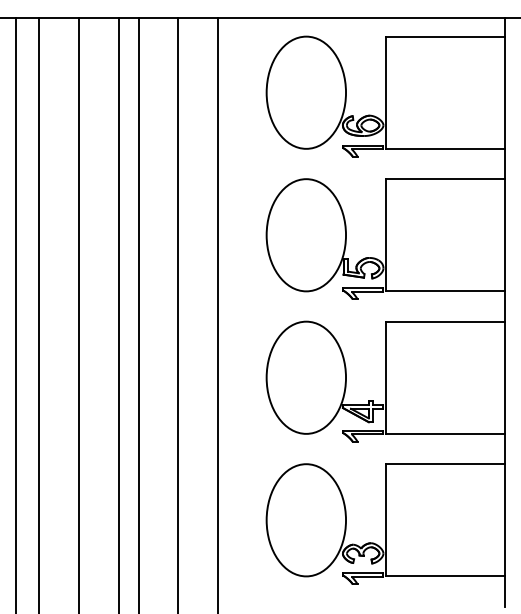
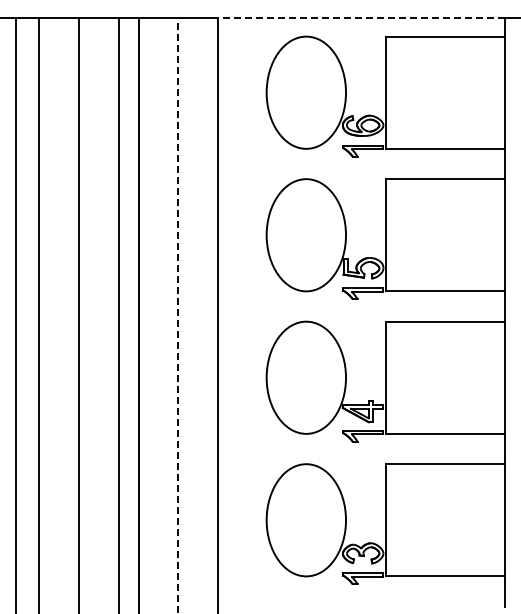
line at (360, 18): solid -> dashed
line at (178, 315): solid -> dashed
